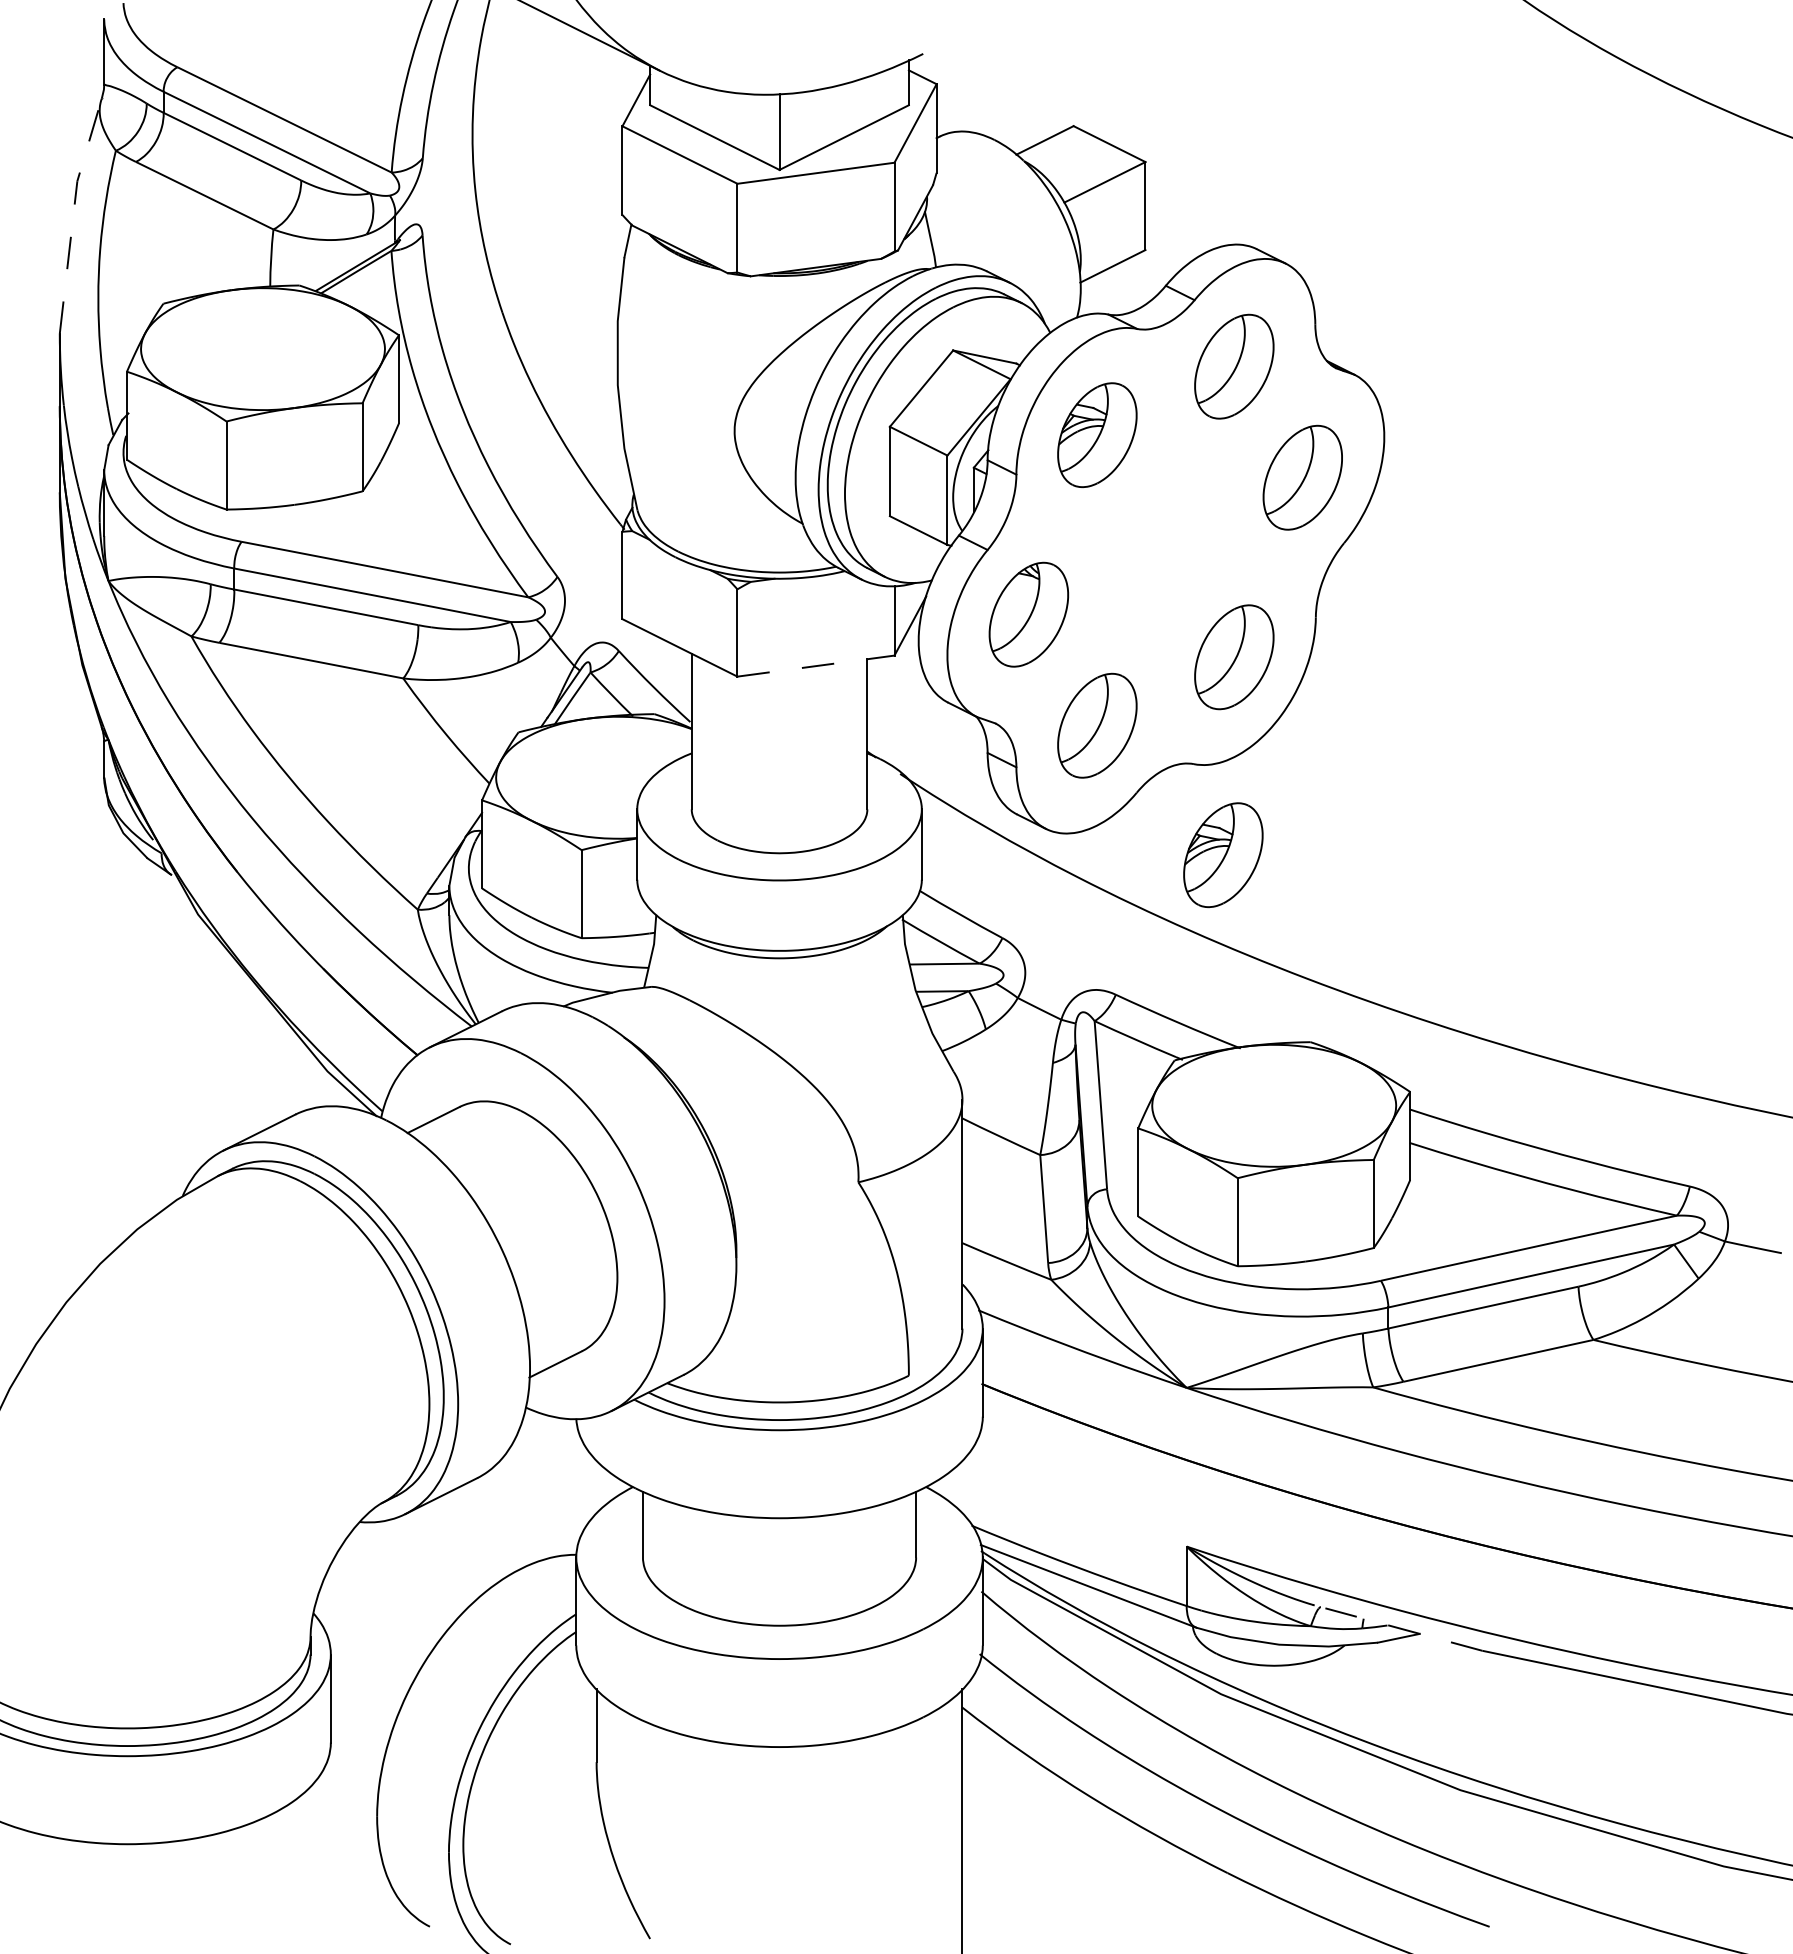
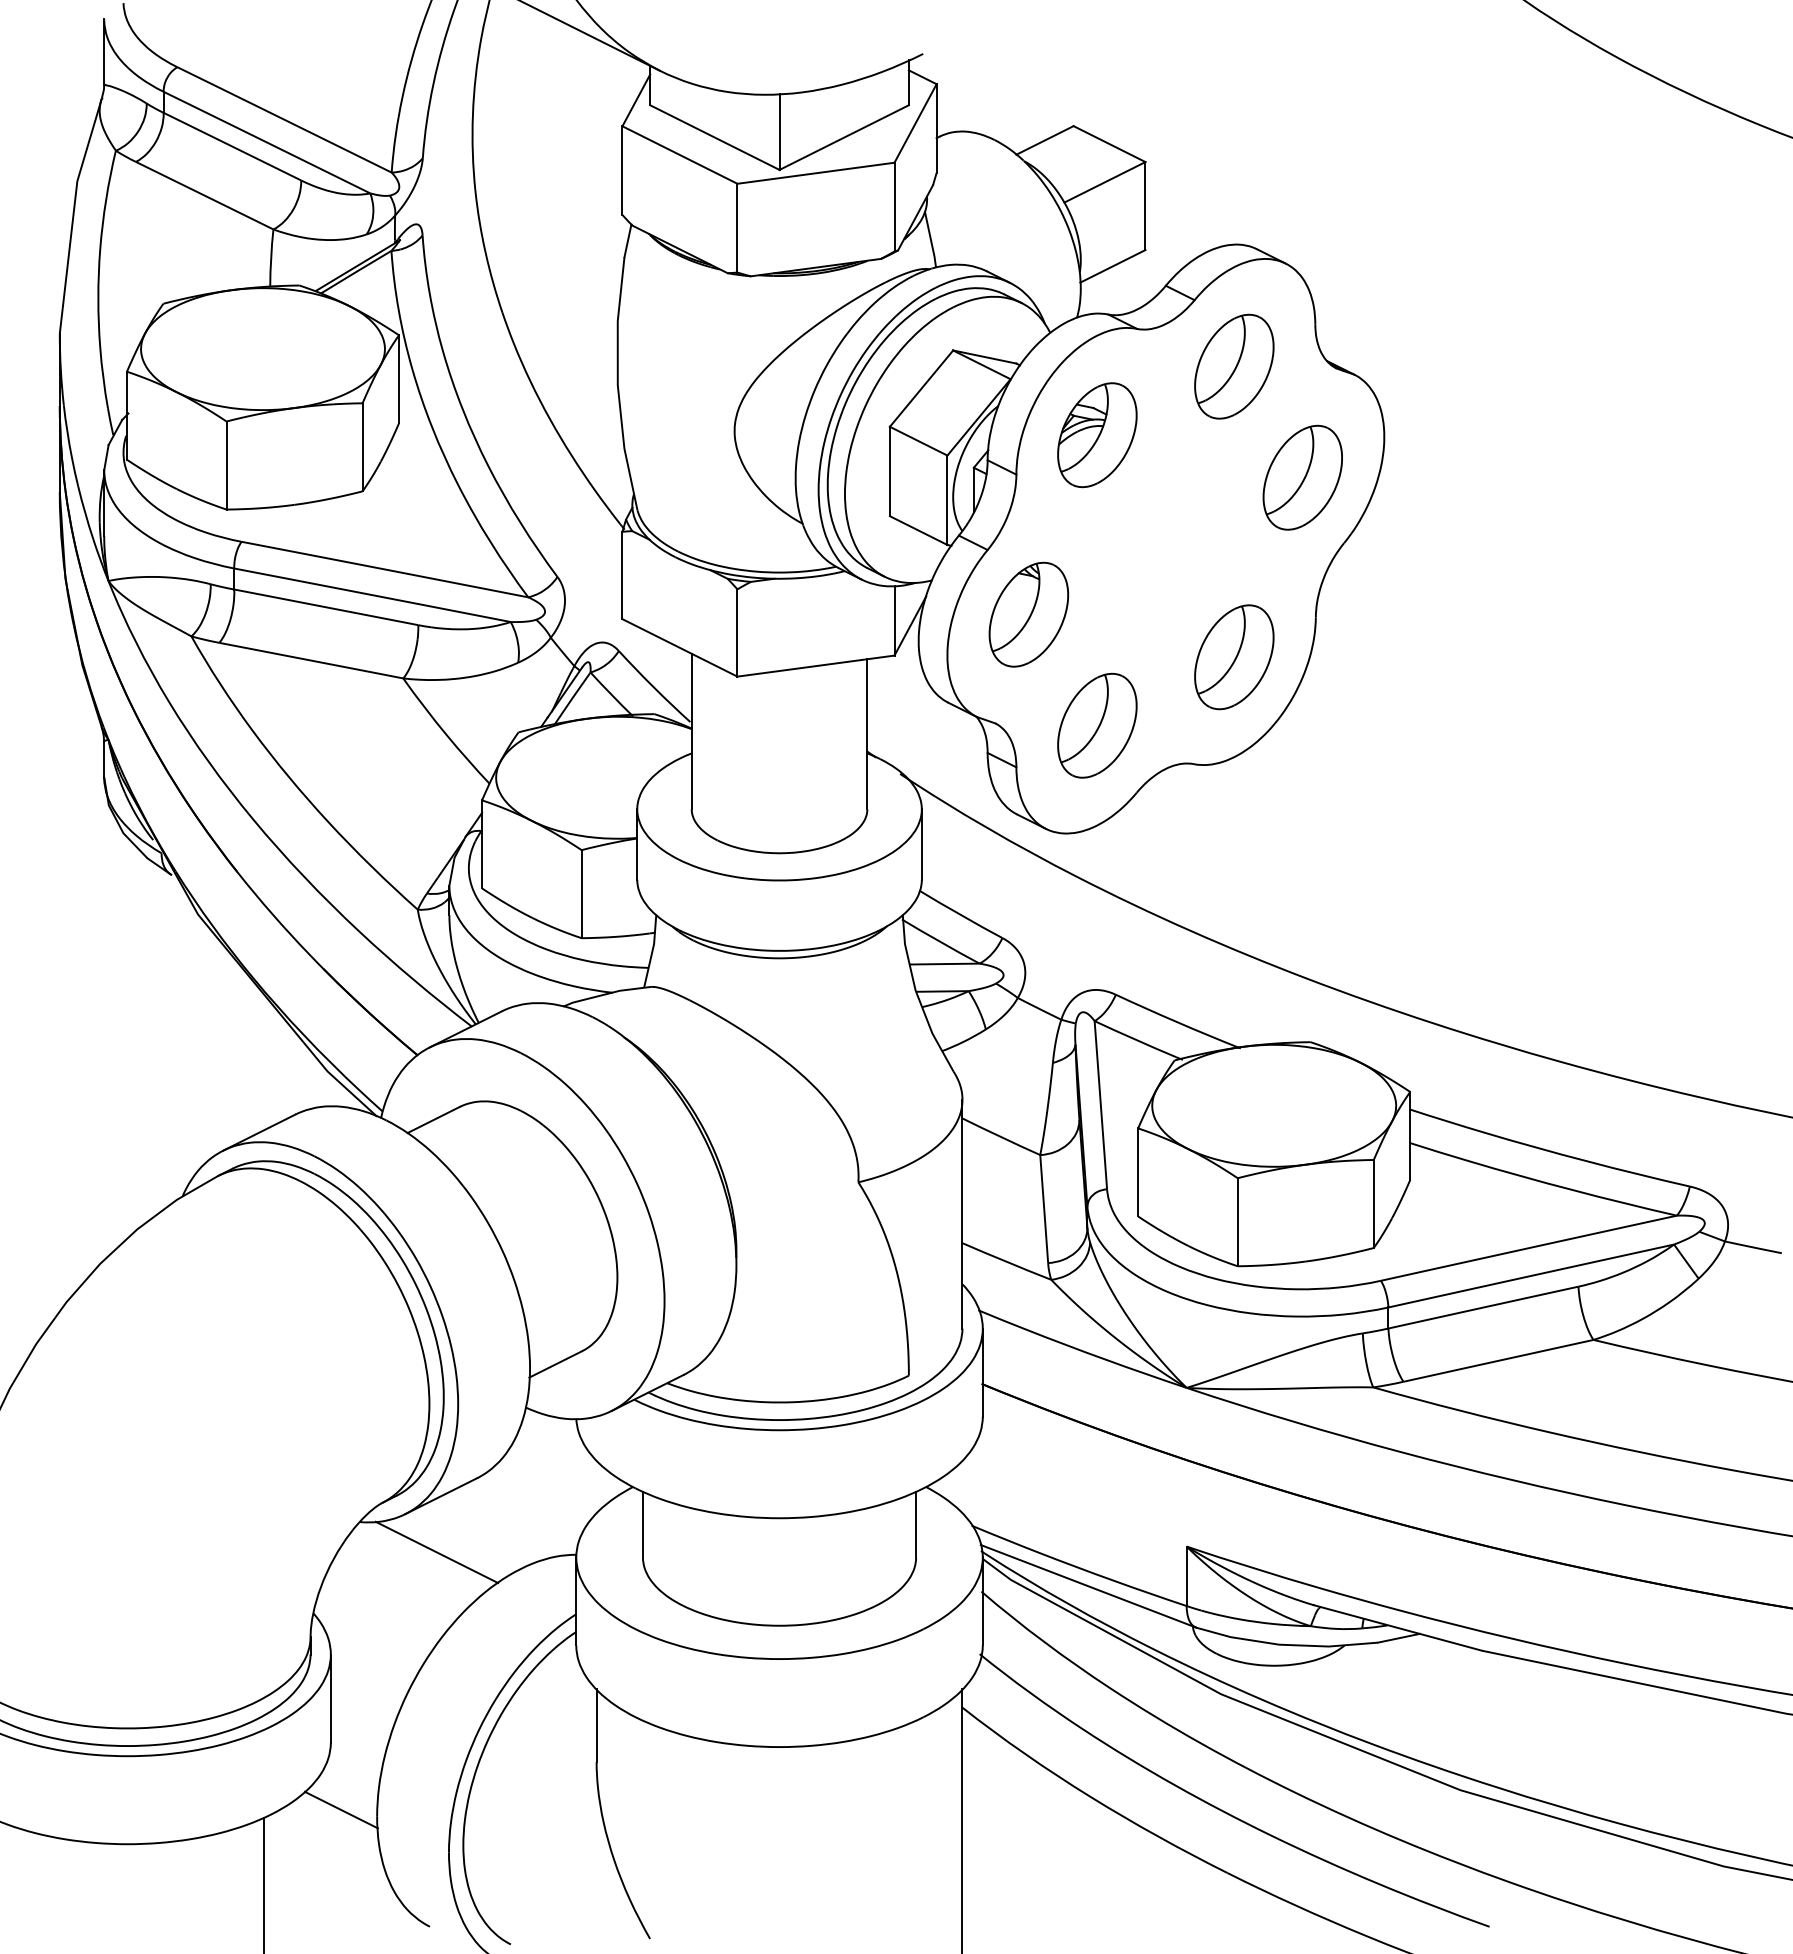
line at (73, 213): dashed -> solid
line at (816, 666): dashed -> solid
part at (1223, 854): present -> none
line at (436, 1552): none -> present
line at (1397, 1627): dashed -> solid
line at (340, 1809): none -> present
line at (264, 1883): none -> present
